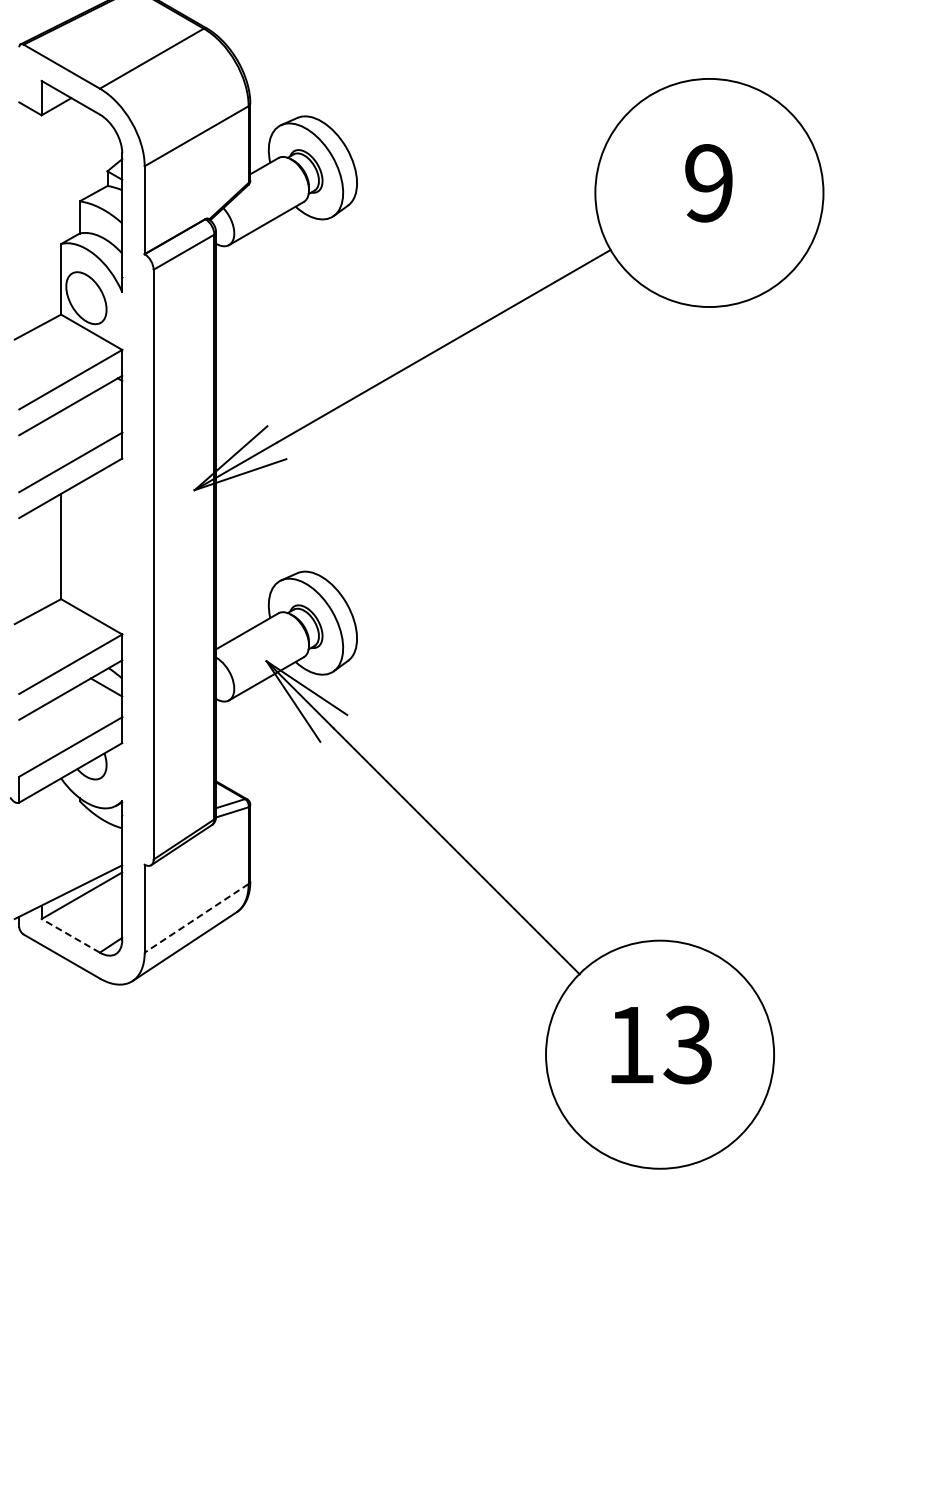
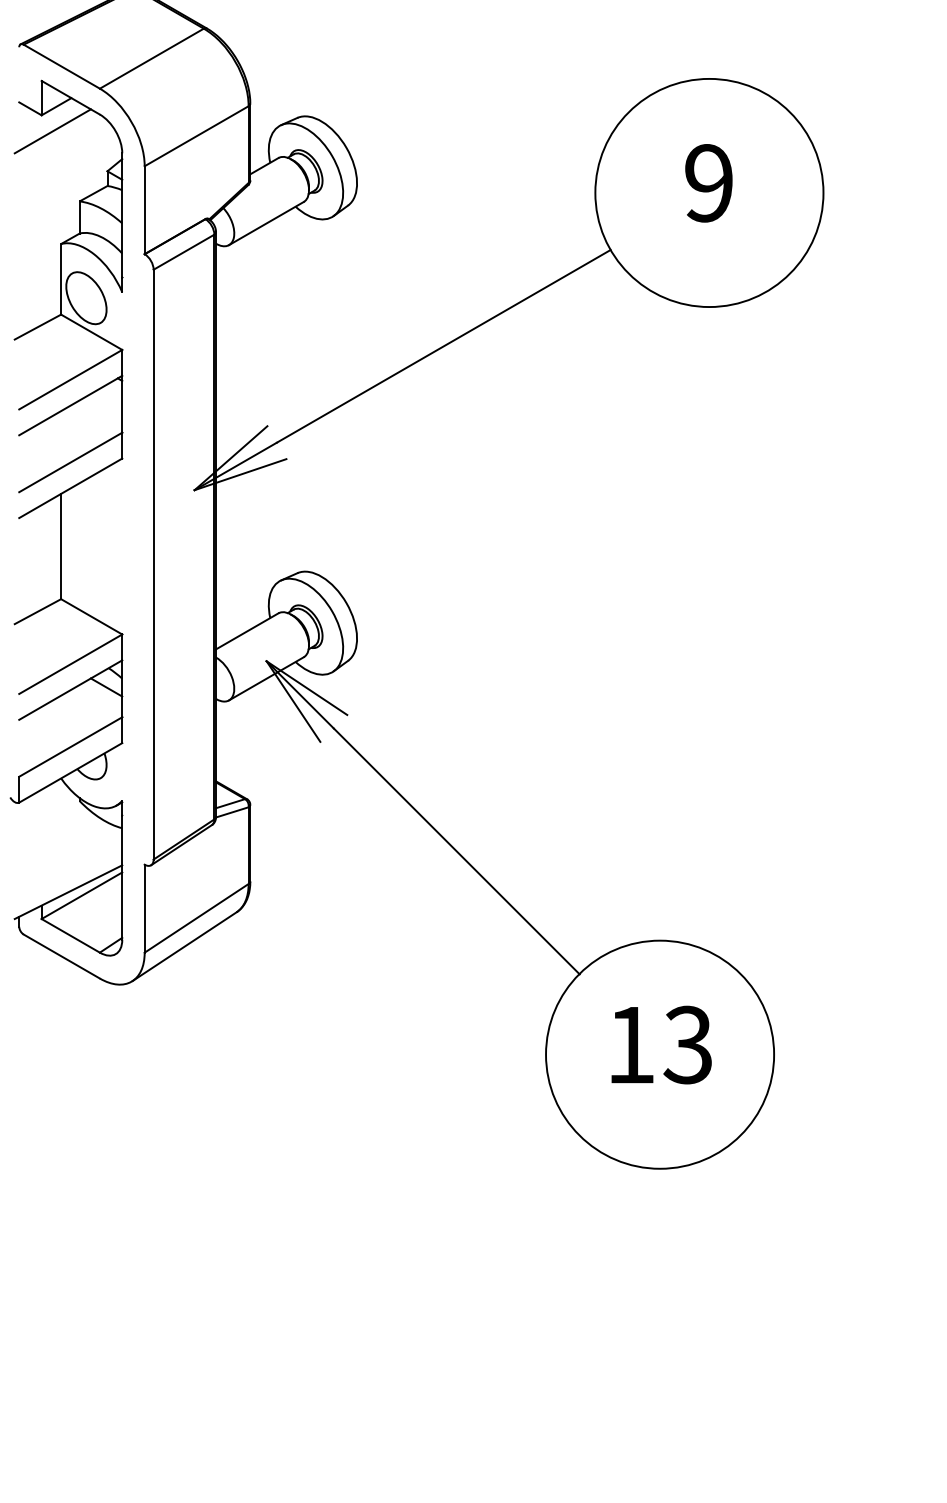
line at (52, 131): none -> present
line at (196, 918): dashed -> solid
line at (70, 935): dashed -> solid
